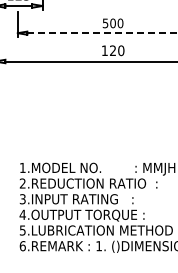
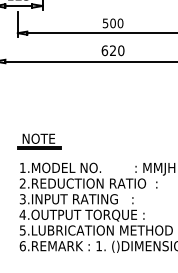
line at (103, 33): dashed -> solid
text at (104, 50): 120 -> 620
part at (39, 141): none -> present
